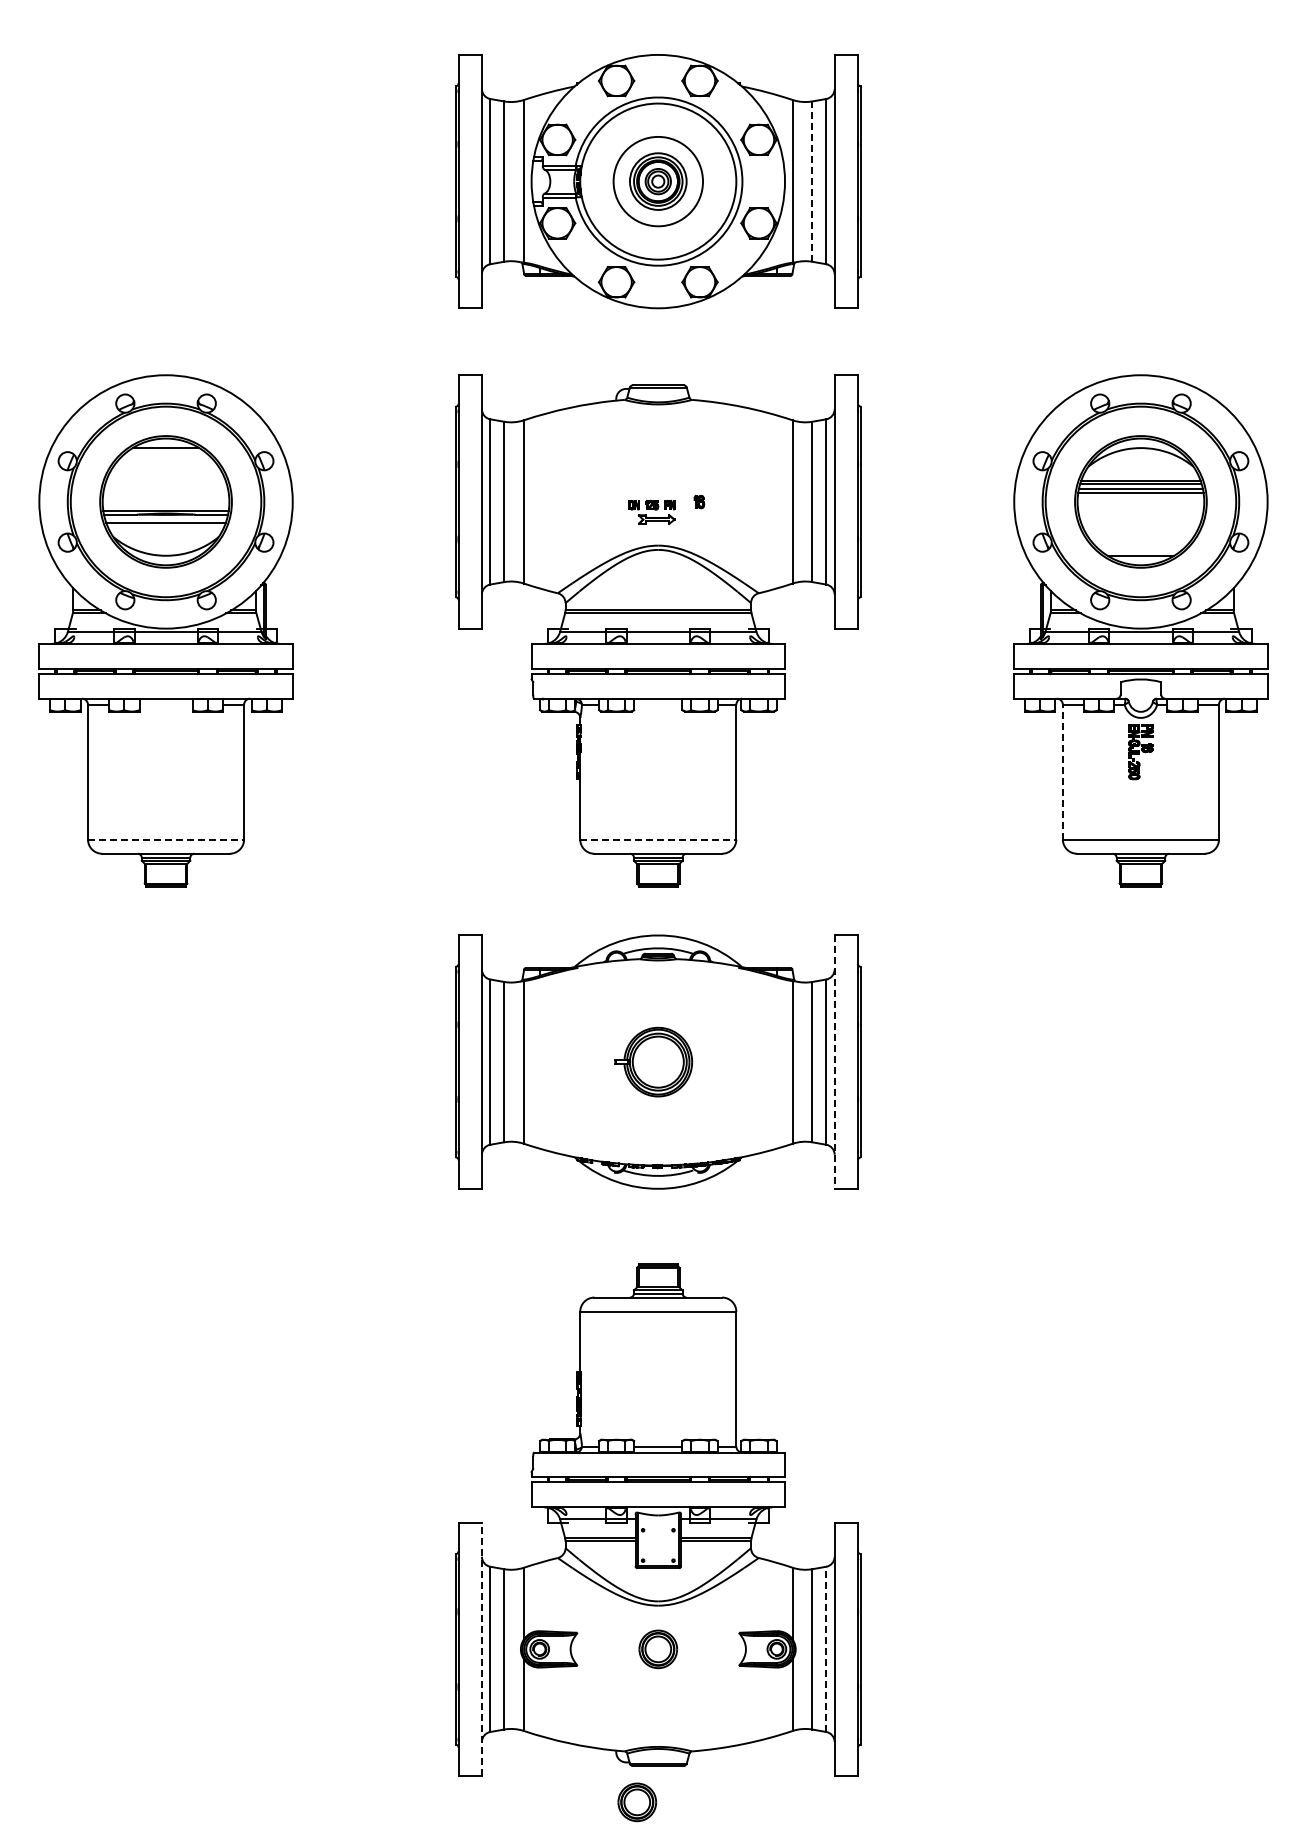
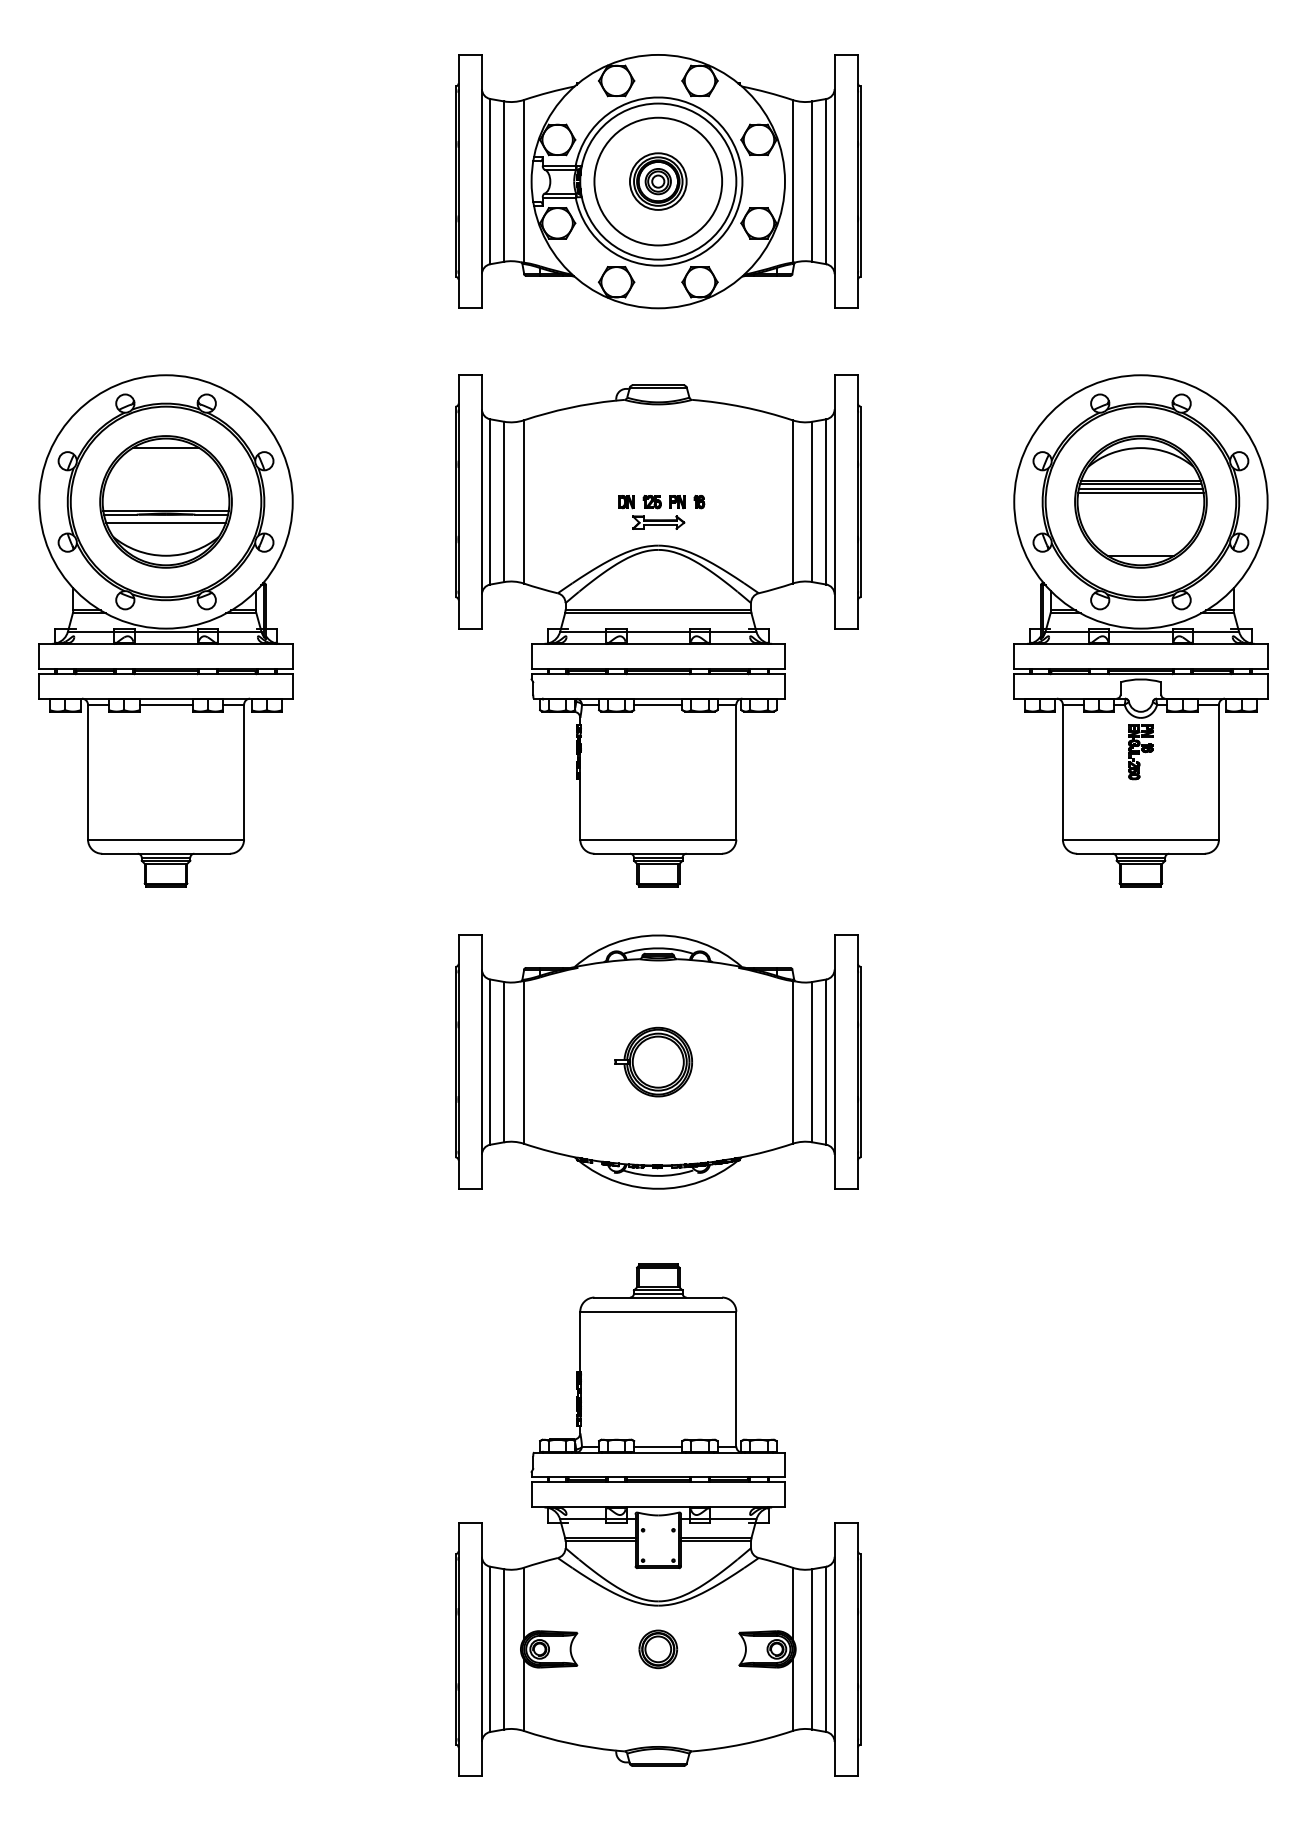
circle at (658, 181) diameter: 89 px -> 128 px
line at (812, 181): dashed -> solid
part at (651, 511) size: 48x26 px -> 68x35 px
line at (165, 704): none -> present
line at (658, 704): none -> present
line at (1062, 771): dashed -> solid
line at (166, 839): dashed -> solid
line at (658, 839): dashed -> solid
line at (834, 1062): dashed -> solid
line at (481, 1649): dashed -> solid
line at (826, 1649): dashed -> solid
part at (637, 1802): present -> none
